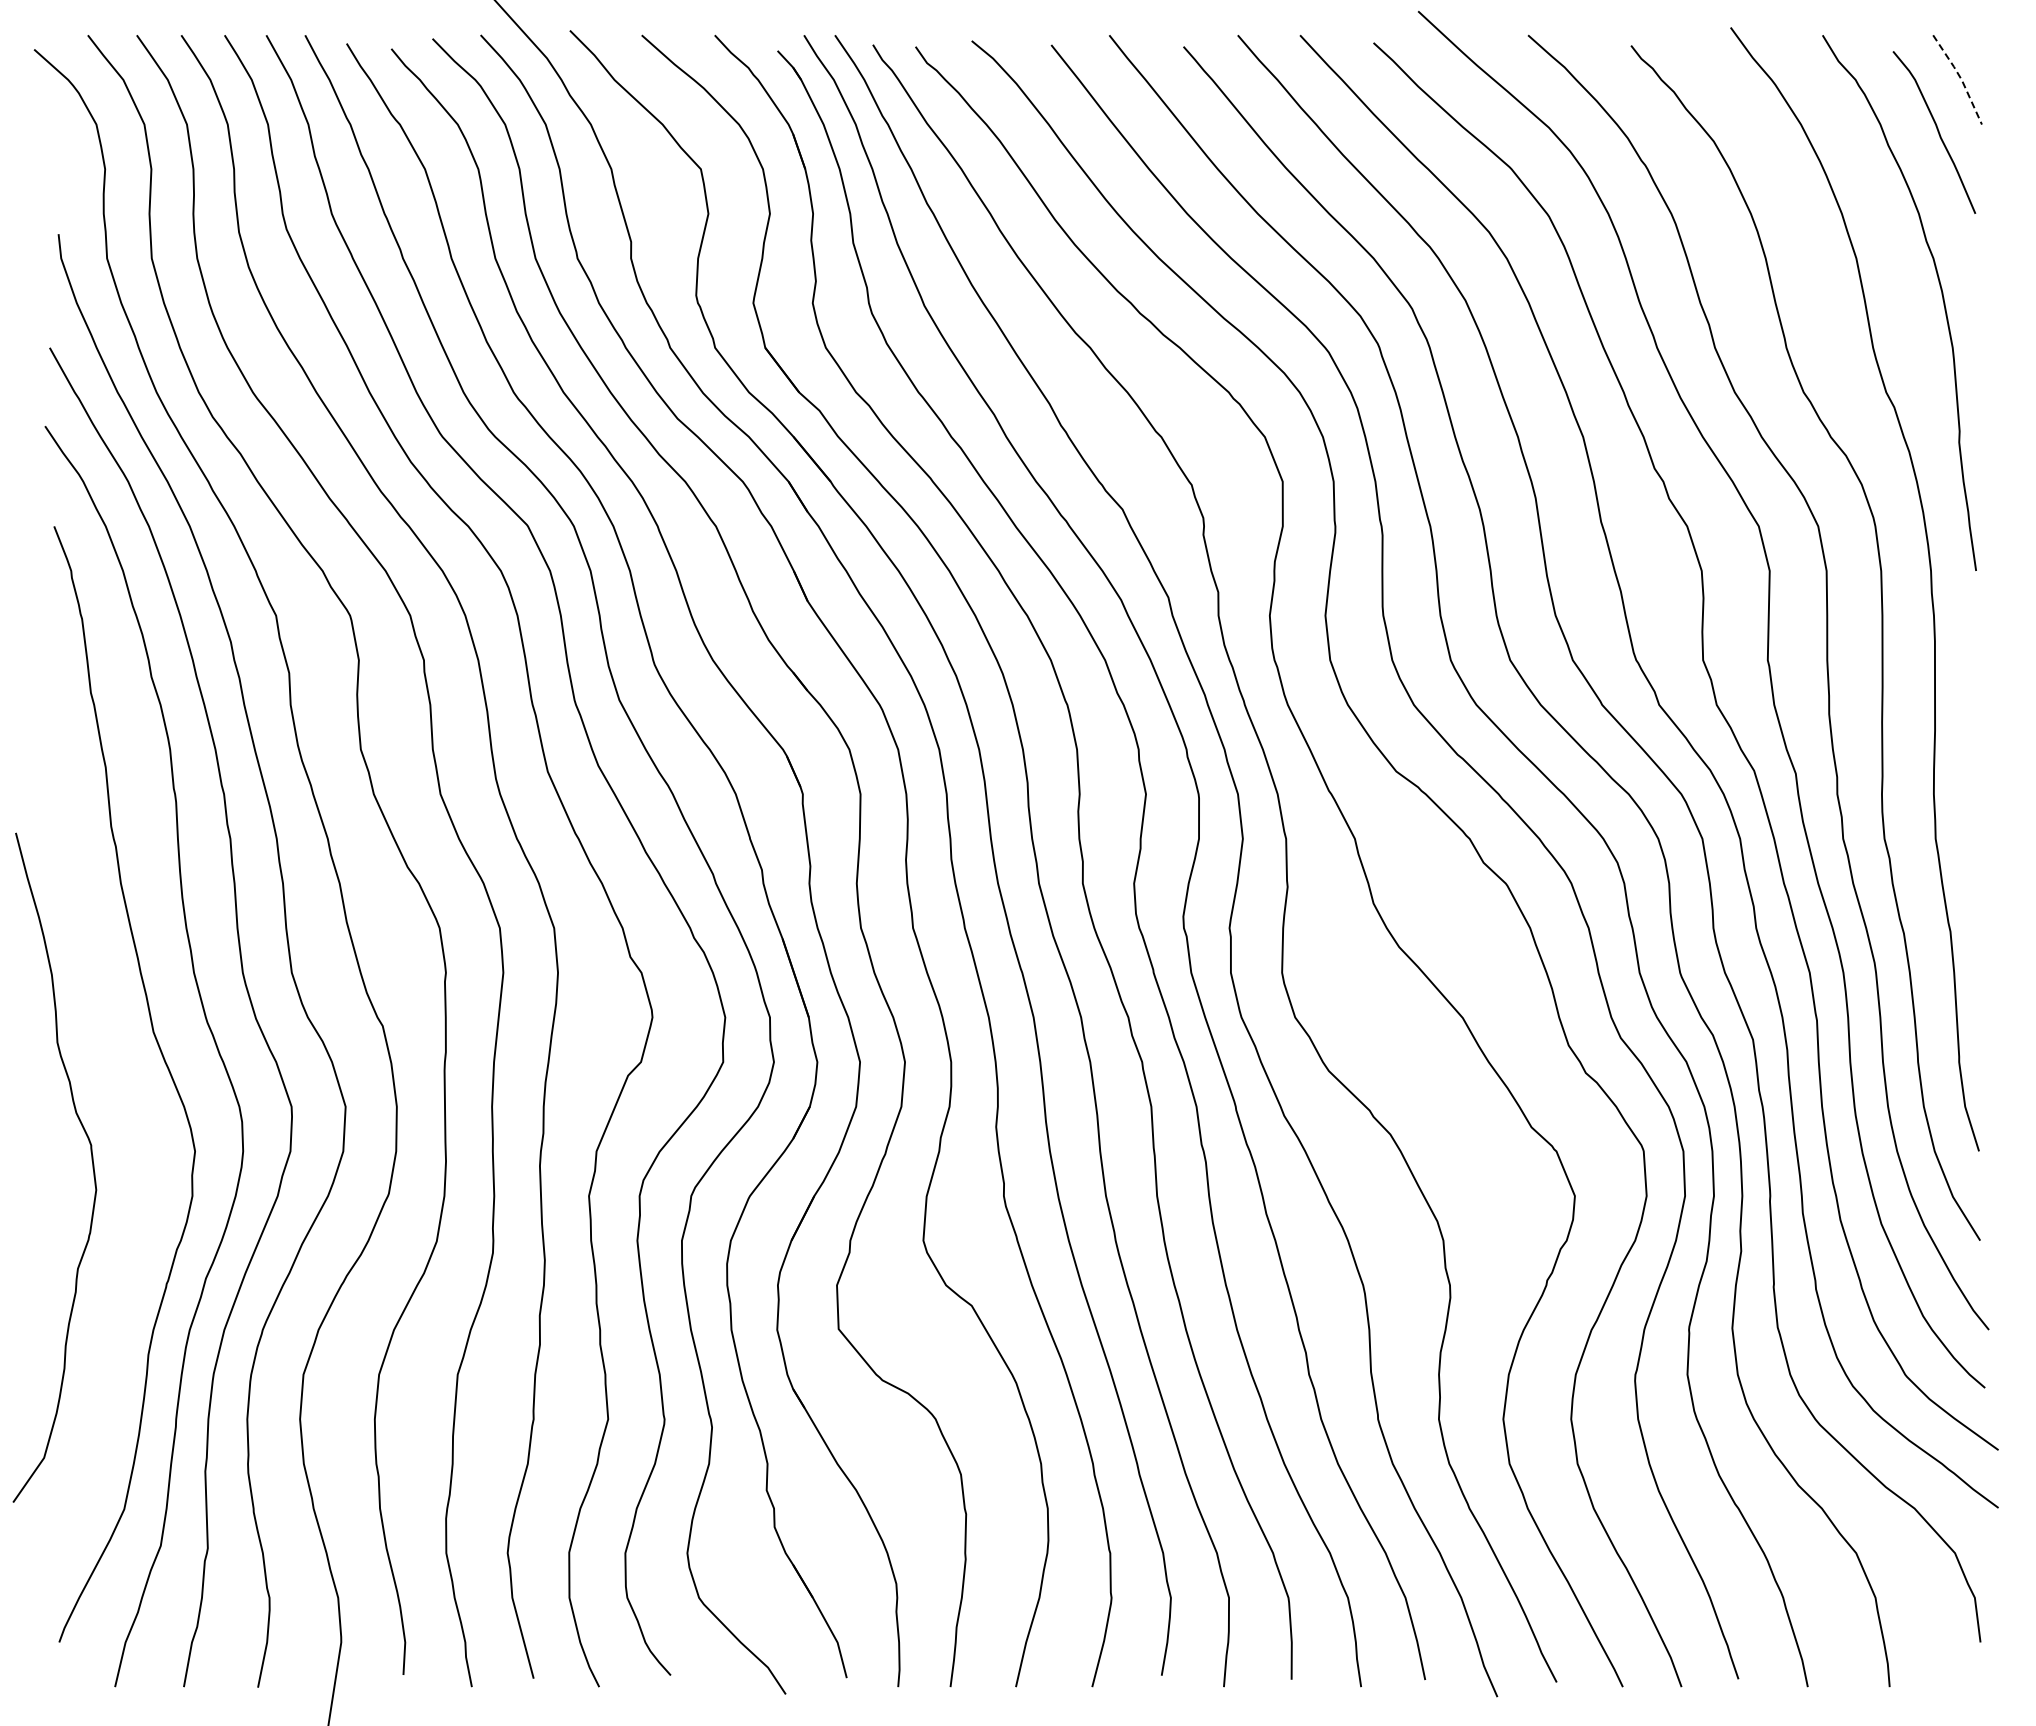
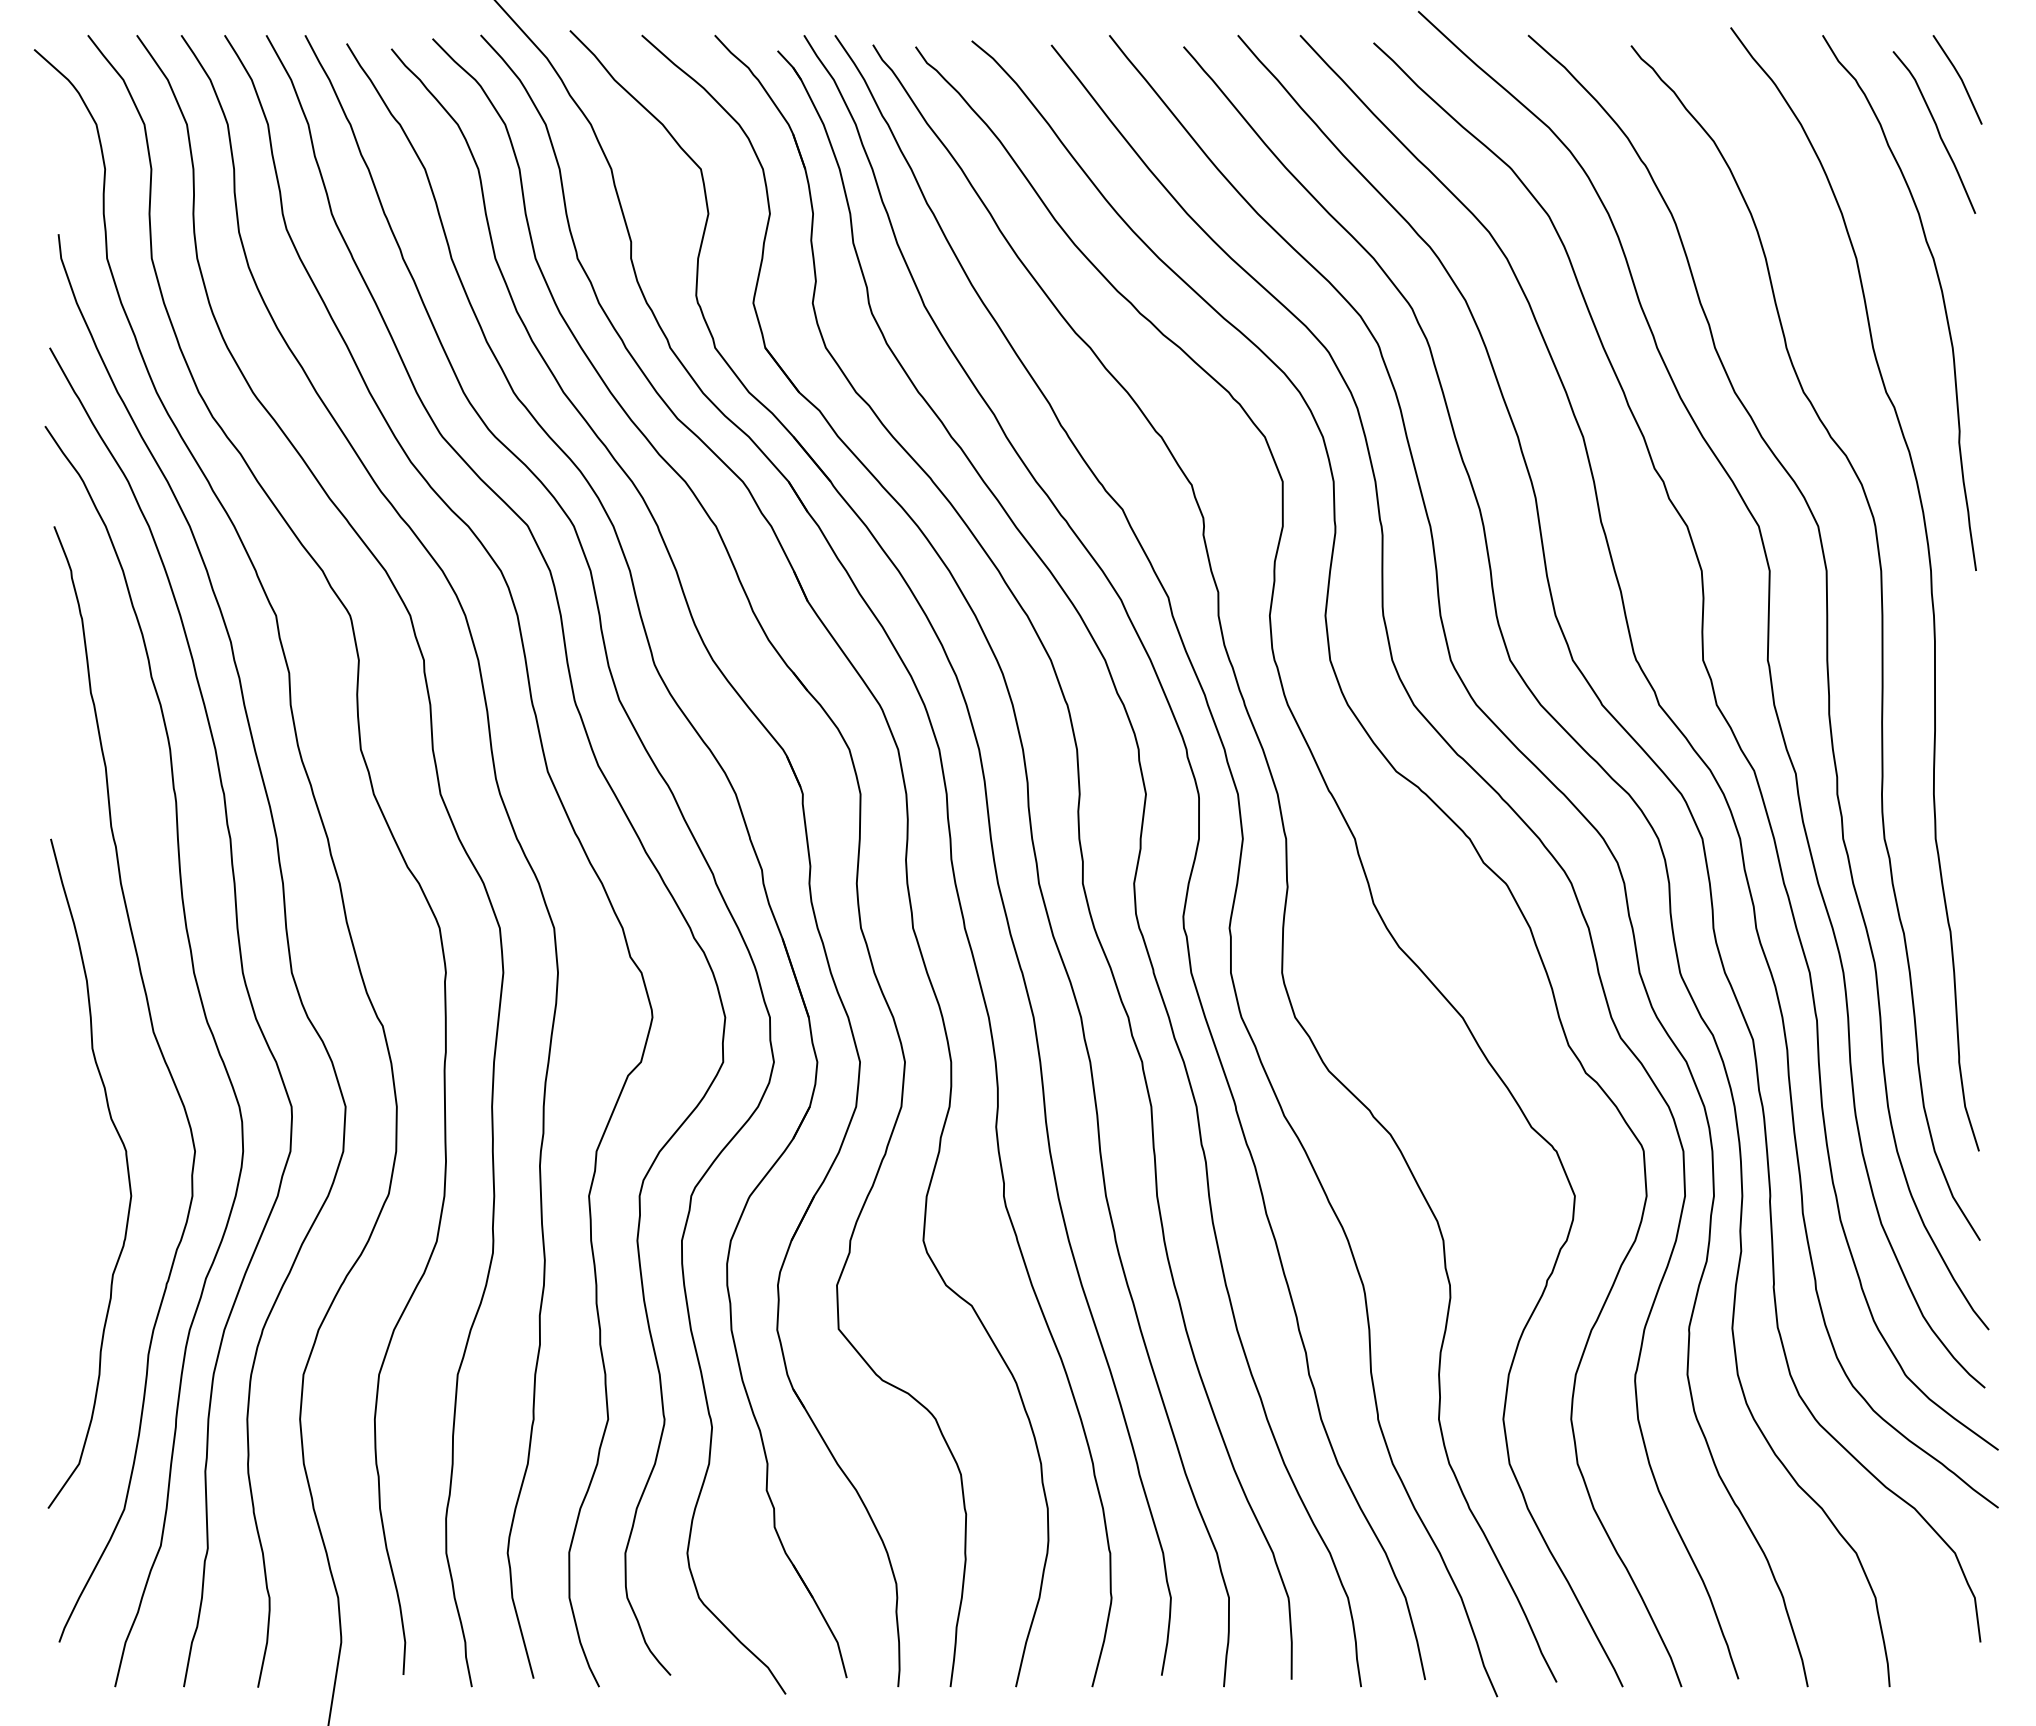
line at (1960, 78): dashed -> solid
curve at (91, 1160) position: (91, 1160) -> (126, 1166)
